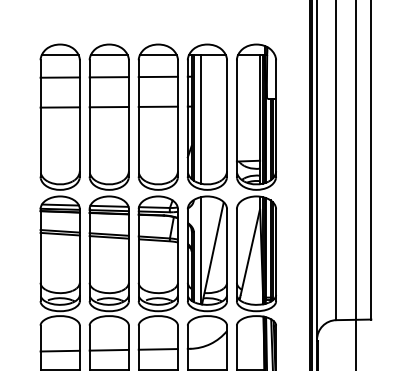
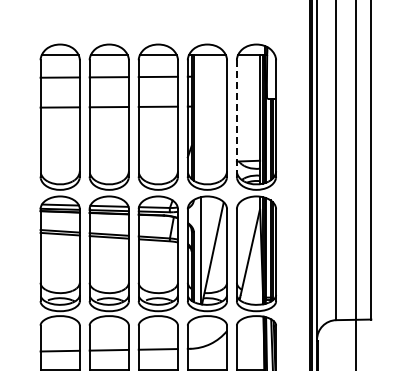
line at (236, 118): solid -> dashed
line at (200, 119): present -> none
